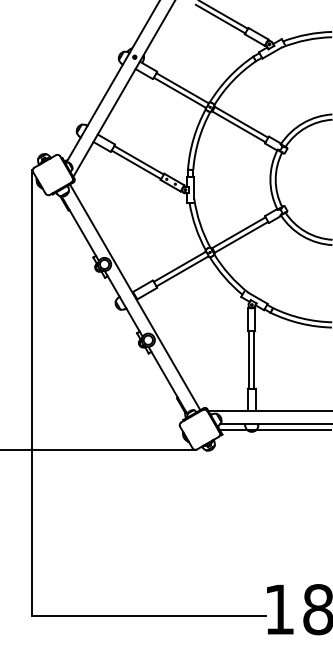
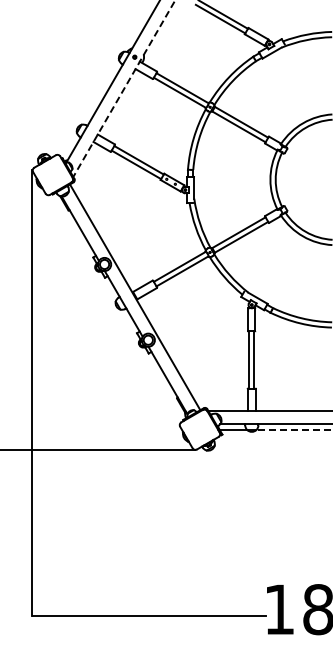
line at (124, 88): solid -> dashed
line at (293, 430): solid -> dashed
